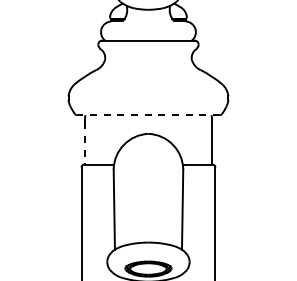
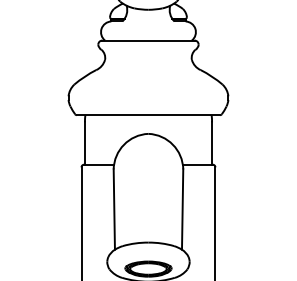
line at (148, 115): dashed -> solid
line at (84, 144): dashed -> solid
